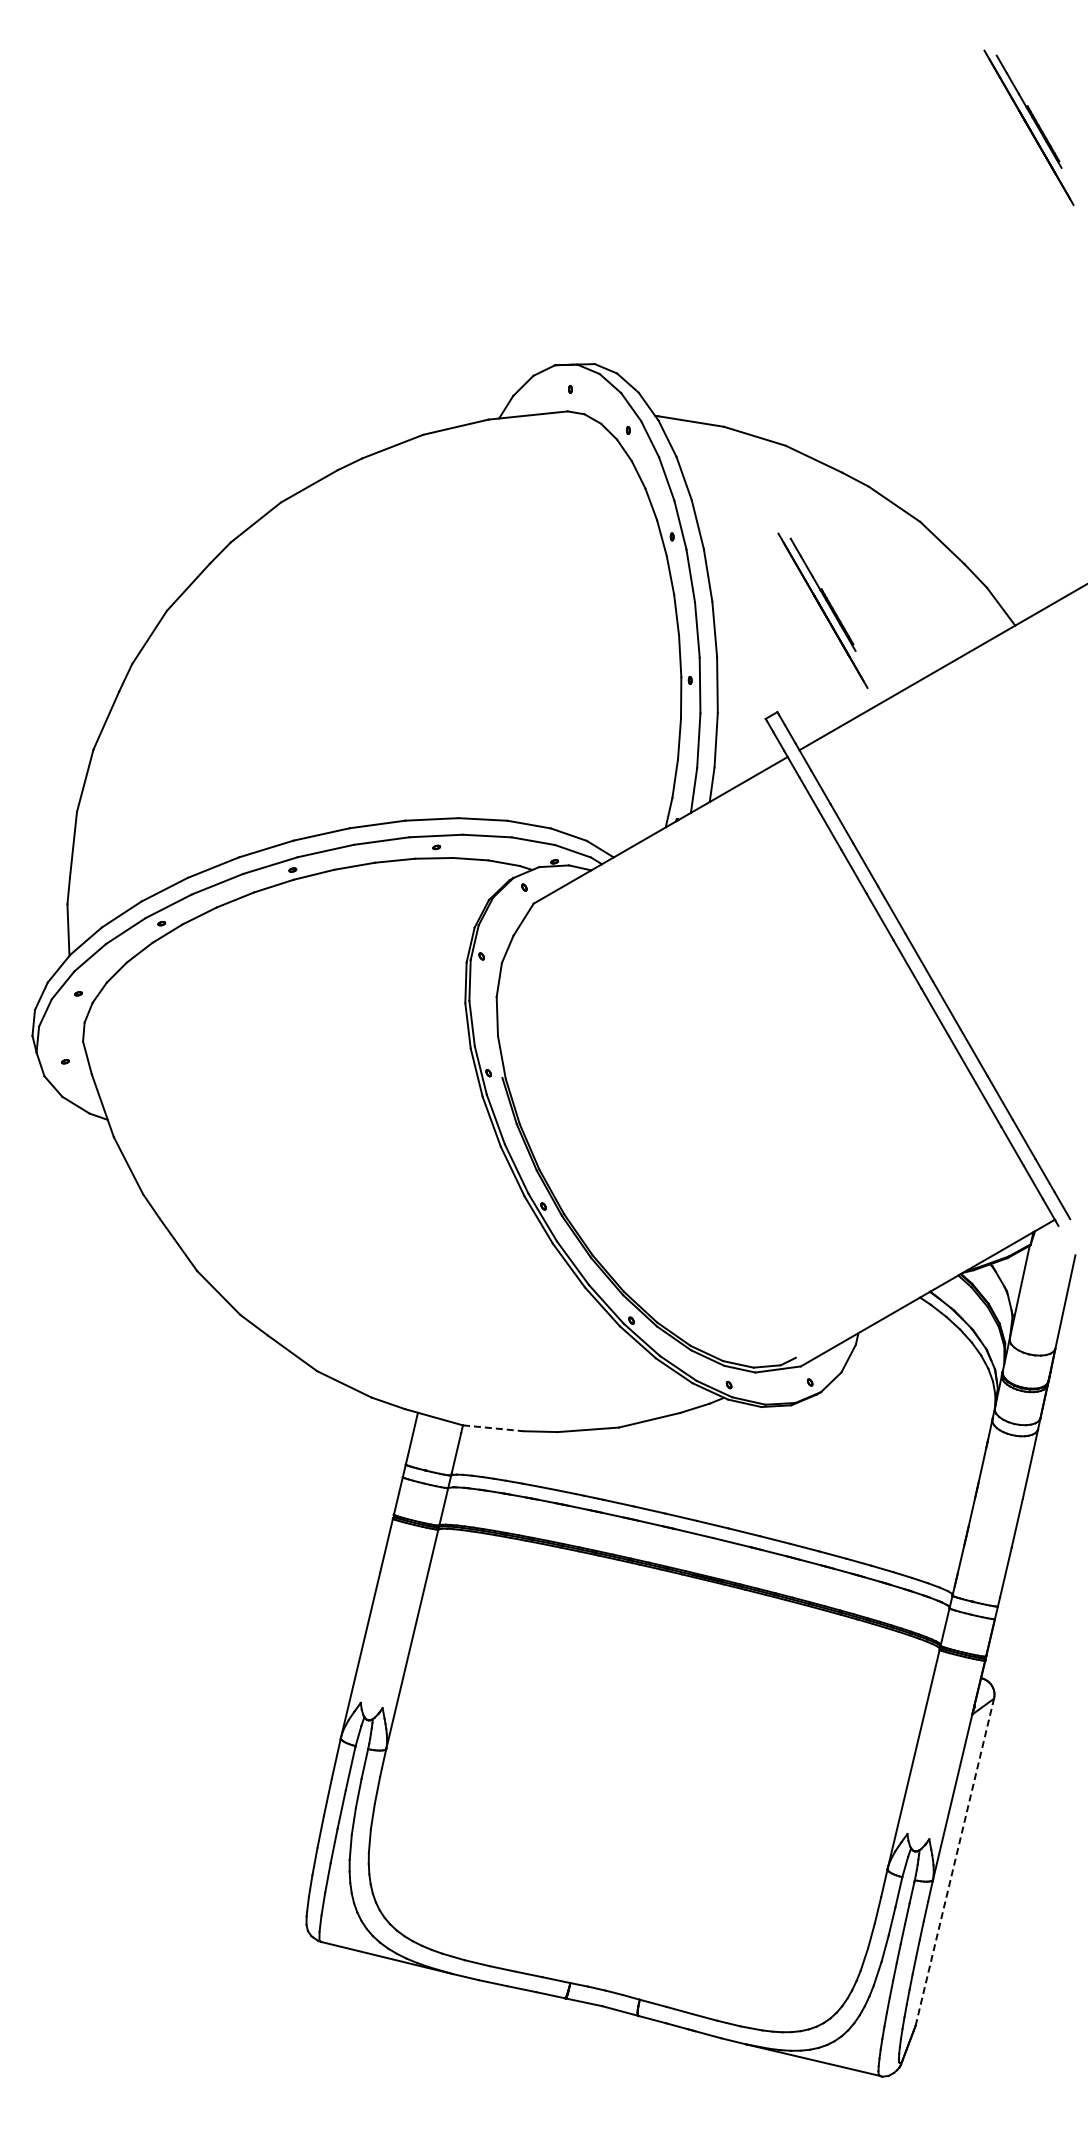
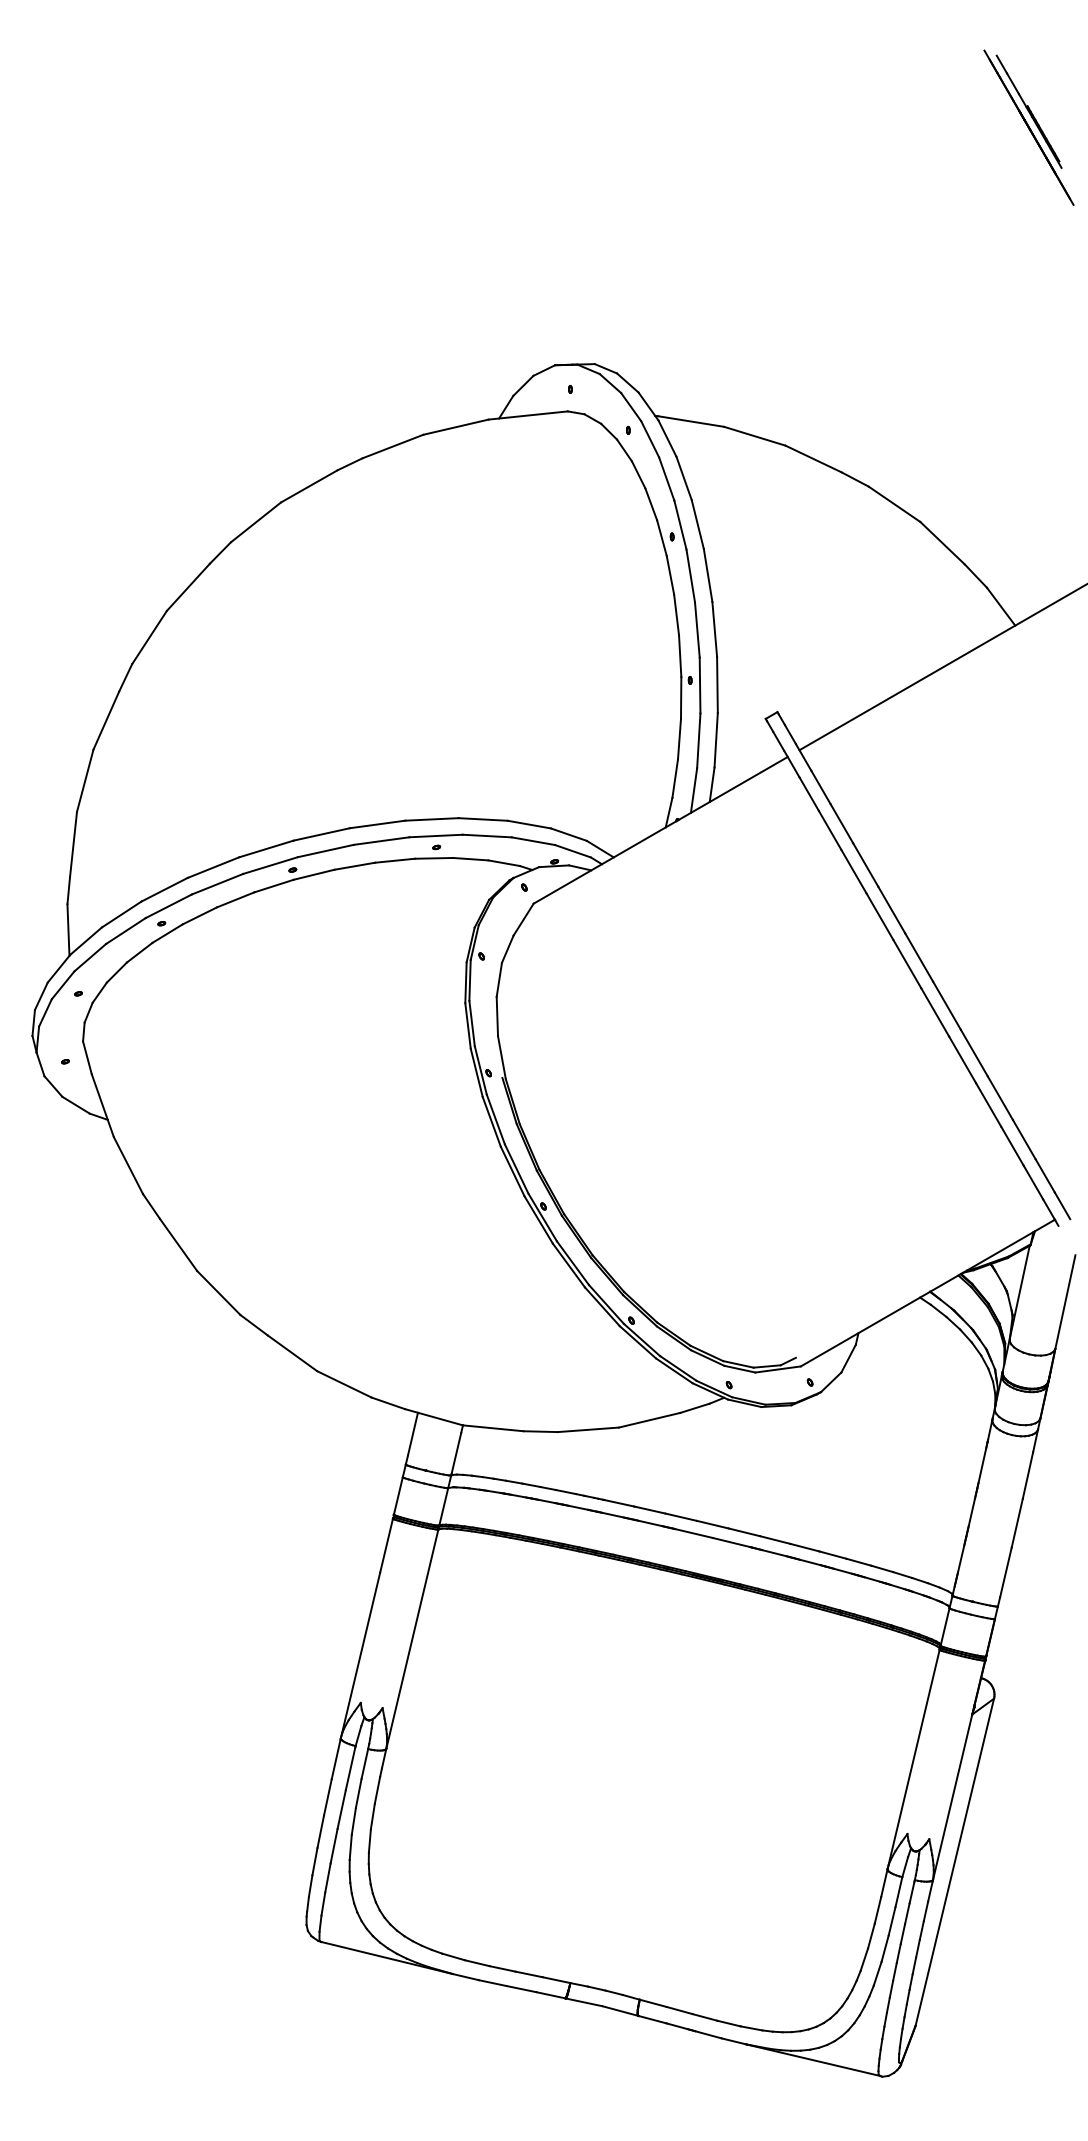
part at (822, 610): present -> none
line at (493, 1428): dashed -> solid
line at (954, 1861): dashed -> solid
